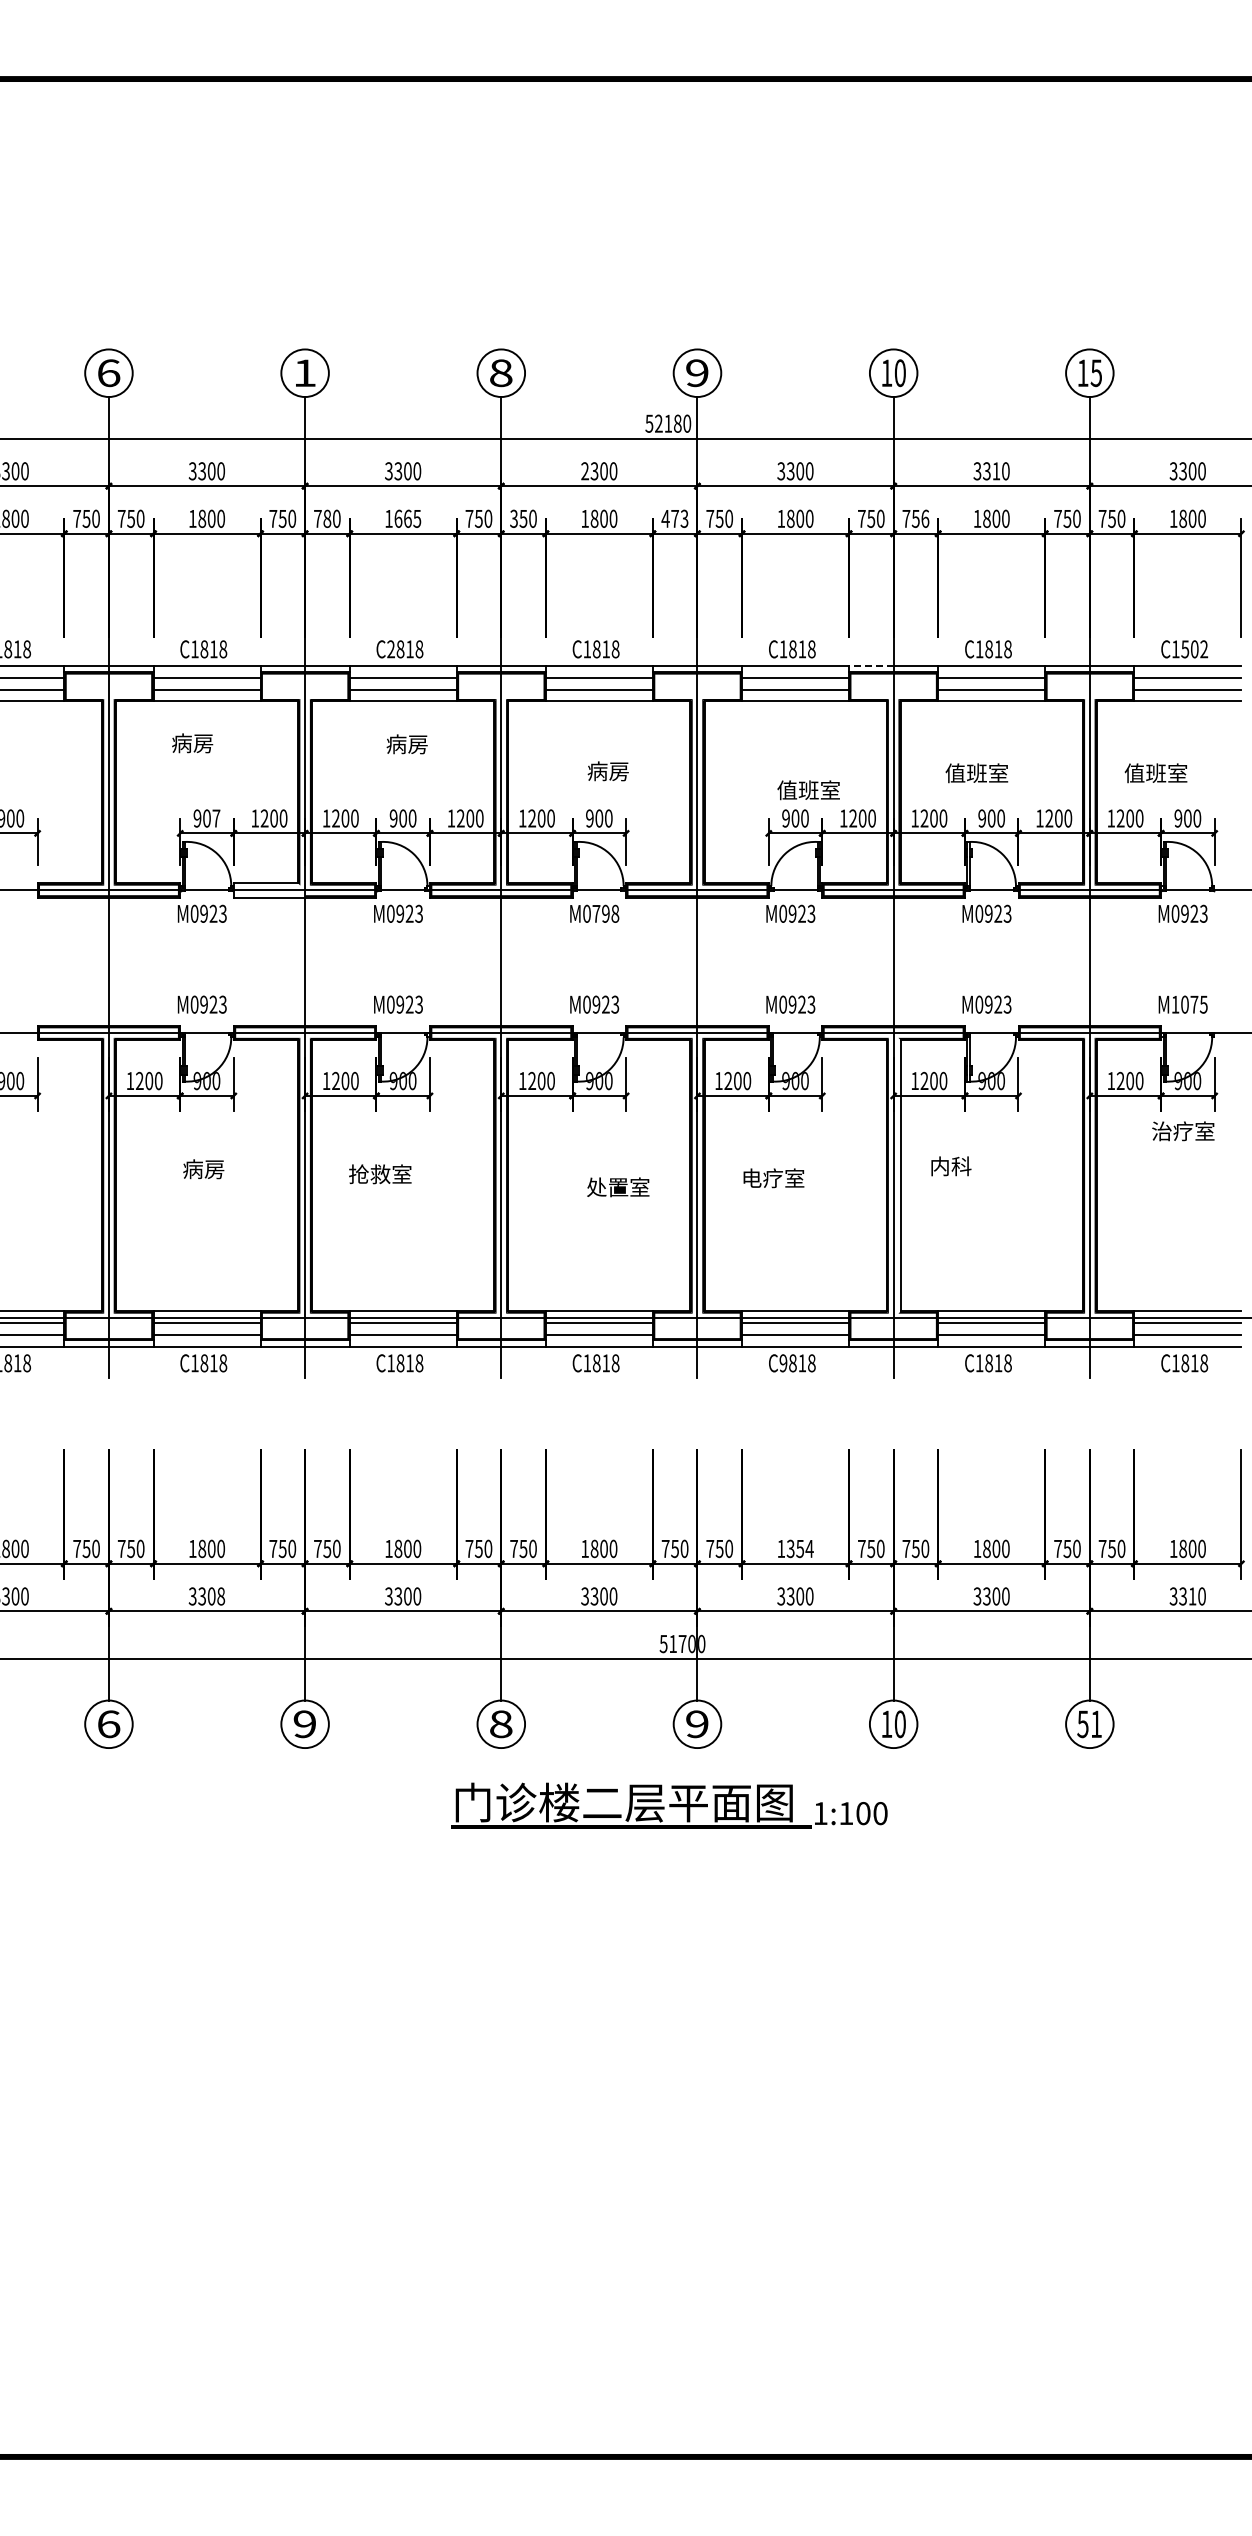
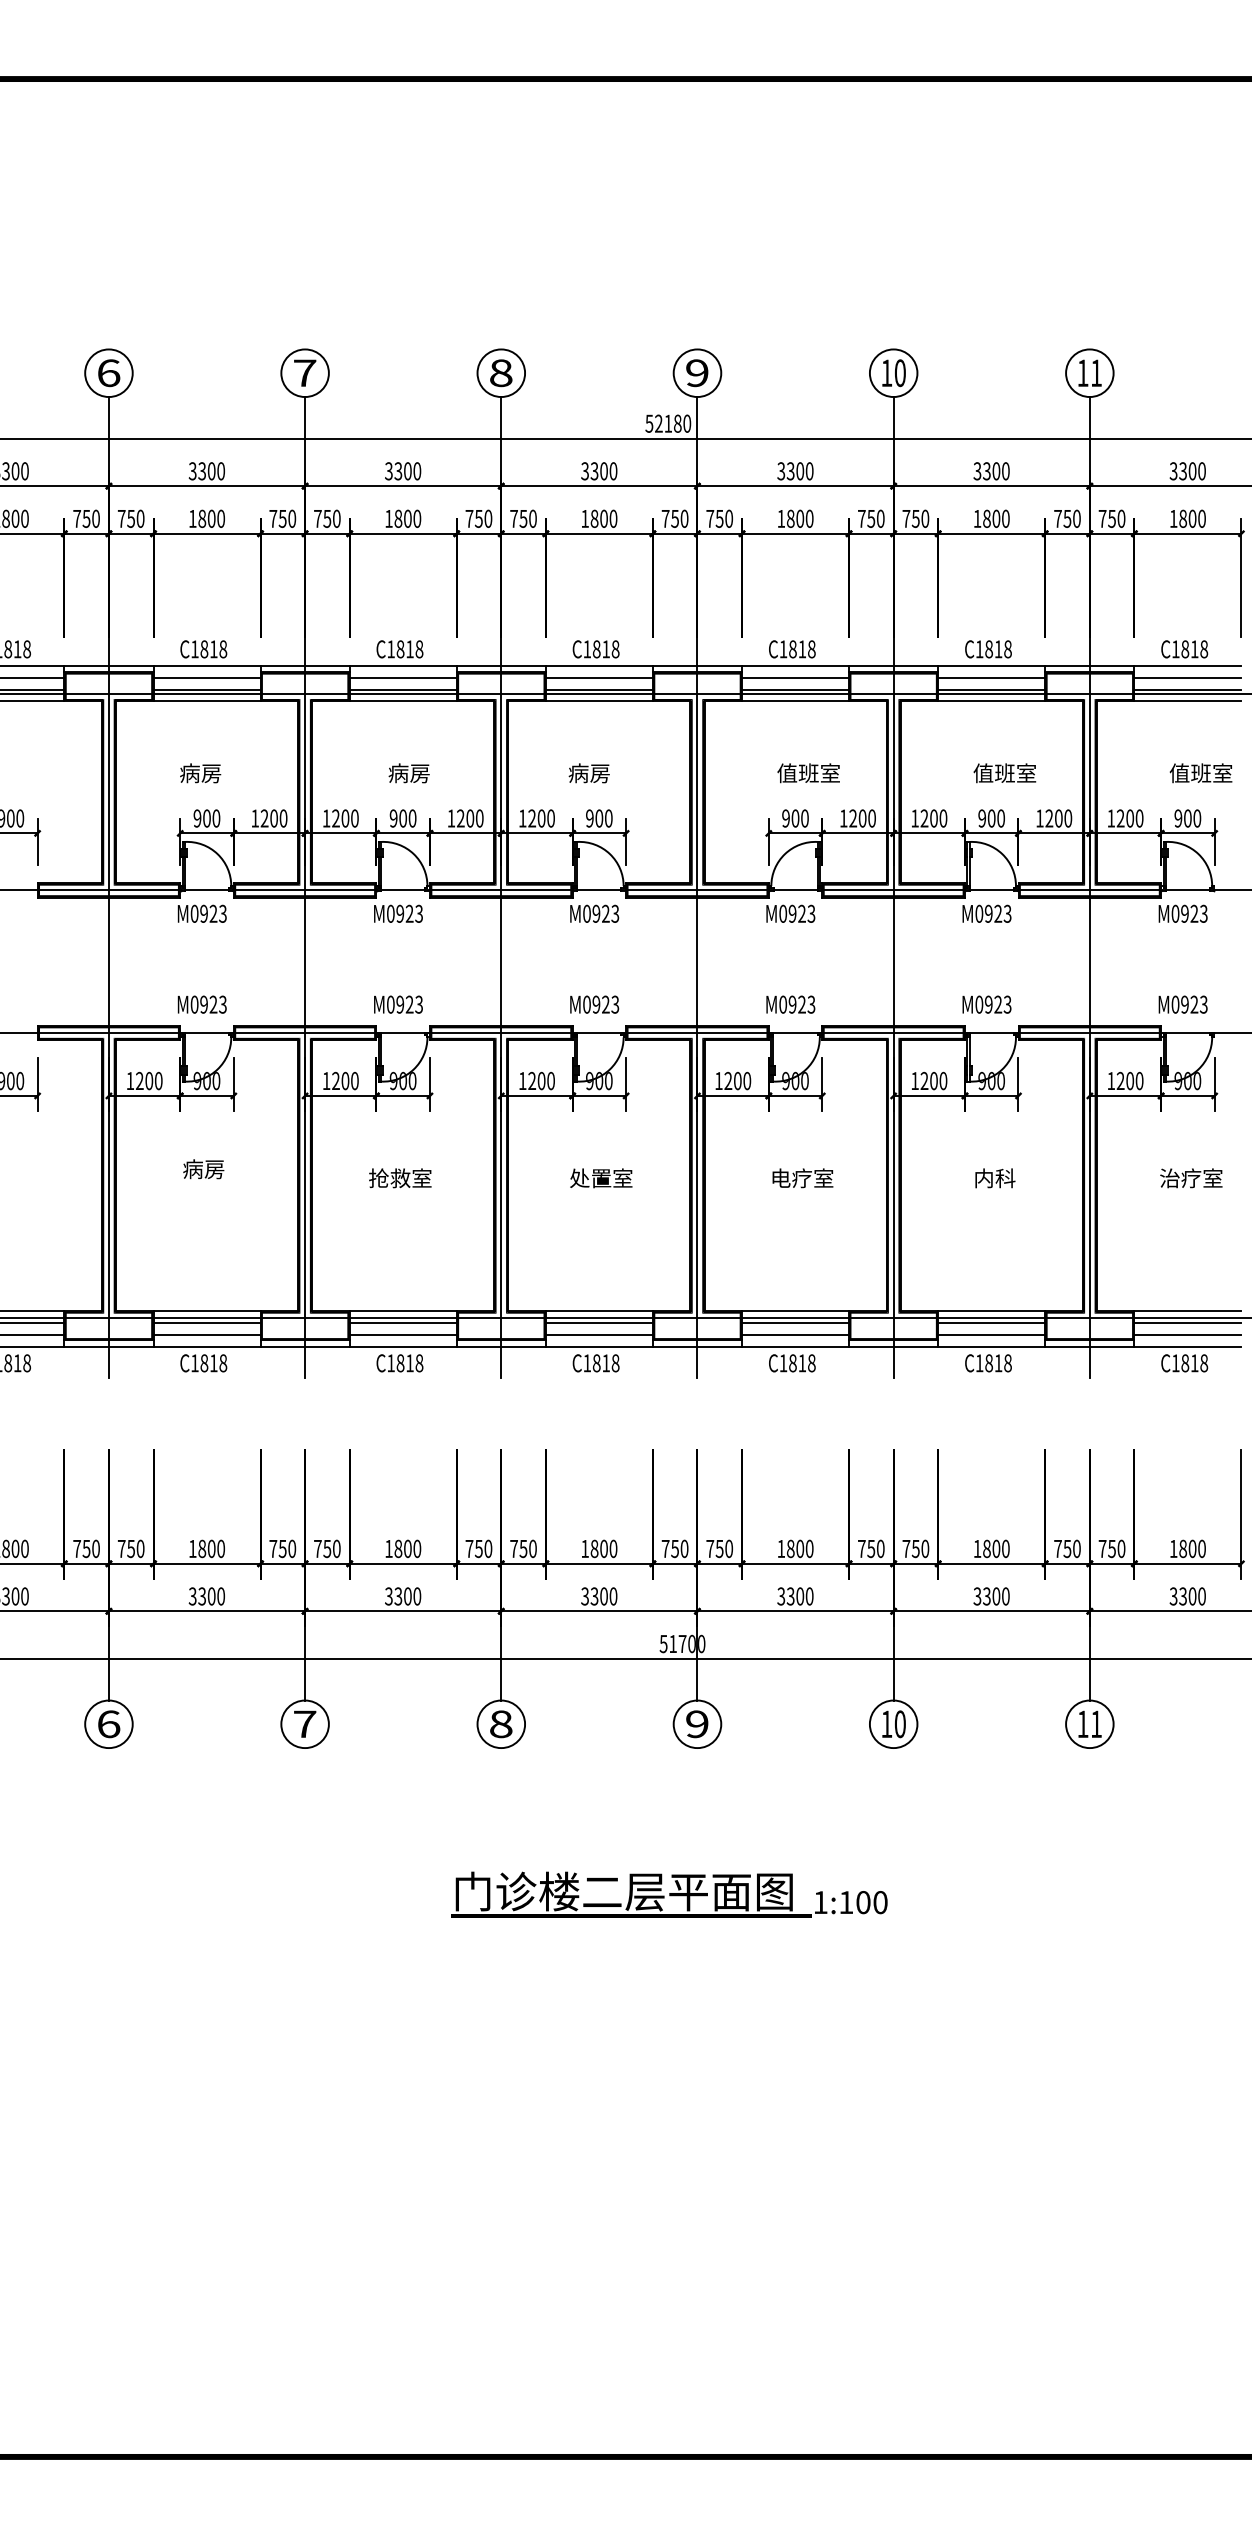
text at (305, 372): 1 -> 7
text at (1095, 373): 15 -> 11
text at (584, 471): 2300 -> 3300
text at (996, 471): 3310 -> 3300
text at (327, 518): 780 -> 750
text at (407, 518): 1665 -> 1800
text at (513, 518): 350 -> 750
text at (674, 518): 473 -> 750
text at (925, 518): 756 -> 750
text at (390, 649): C2818 -> C1818
text at (1194, 649): C1502 -> C1818
line at (870, 665): dashed -> solid
line at (625, 694): none -> present
text at (192, 743) position: (192, 743) -> (200, 773)
text at (406, 744) position: (406, 744) -> (408, 773)
text at (607, 771) position: (607, 771) -> (588, 773)
text at (976, 773) position: (976, 773) -> (1004, 773)
text at (1155, 773) position: (1155, 773) -> (1200, 773)
text at (808, 790) position: (808, 790) -> (808, 773)
text at (216, 818): 907 -> 900
fill at (269, 890): none -> present
text at (605, 913): M0798 -> M0923
text at (1189, 1004): M1075 -> M0923
text at (1183, 1131) position: (1183, 1131) -> (1191, 1178)
text at (951, 1166) position: (951, 1166) -> (995, 1178)
text at (380, 1174) position: (380, 1174) -> (400, 1178)
fill at (899, 1175): none -> present
text at (773, 1178) position: (773, 1178) -> (802, 1178)
text at (618, 1187) position: (618, 1187) -> (601, 1178)
text at (783, 1363): C9818 -> C1818
text at (799, 1548): 1354 -> 1800
text at (221, 1596): 3308 -> 3300
text at (1192, 1596): 3310 -> 3300
text at (304, 1724): 9 -> 7
text at (1082, 1724): 51 -> 11
text at (669, 1805) position: (669, 1805) -> (669, 1894)
